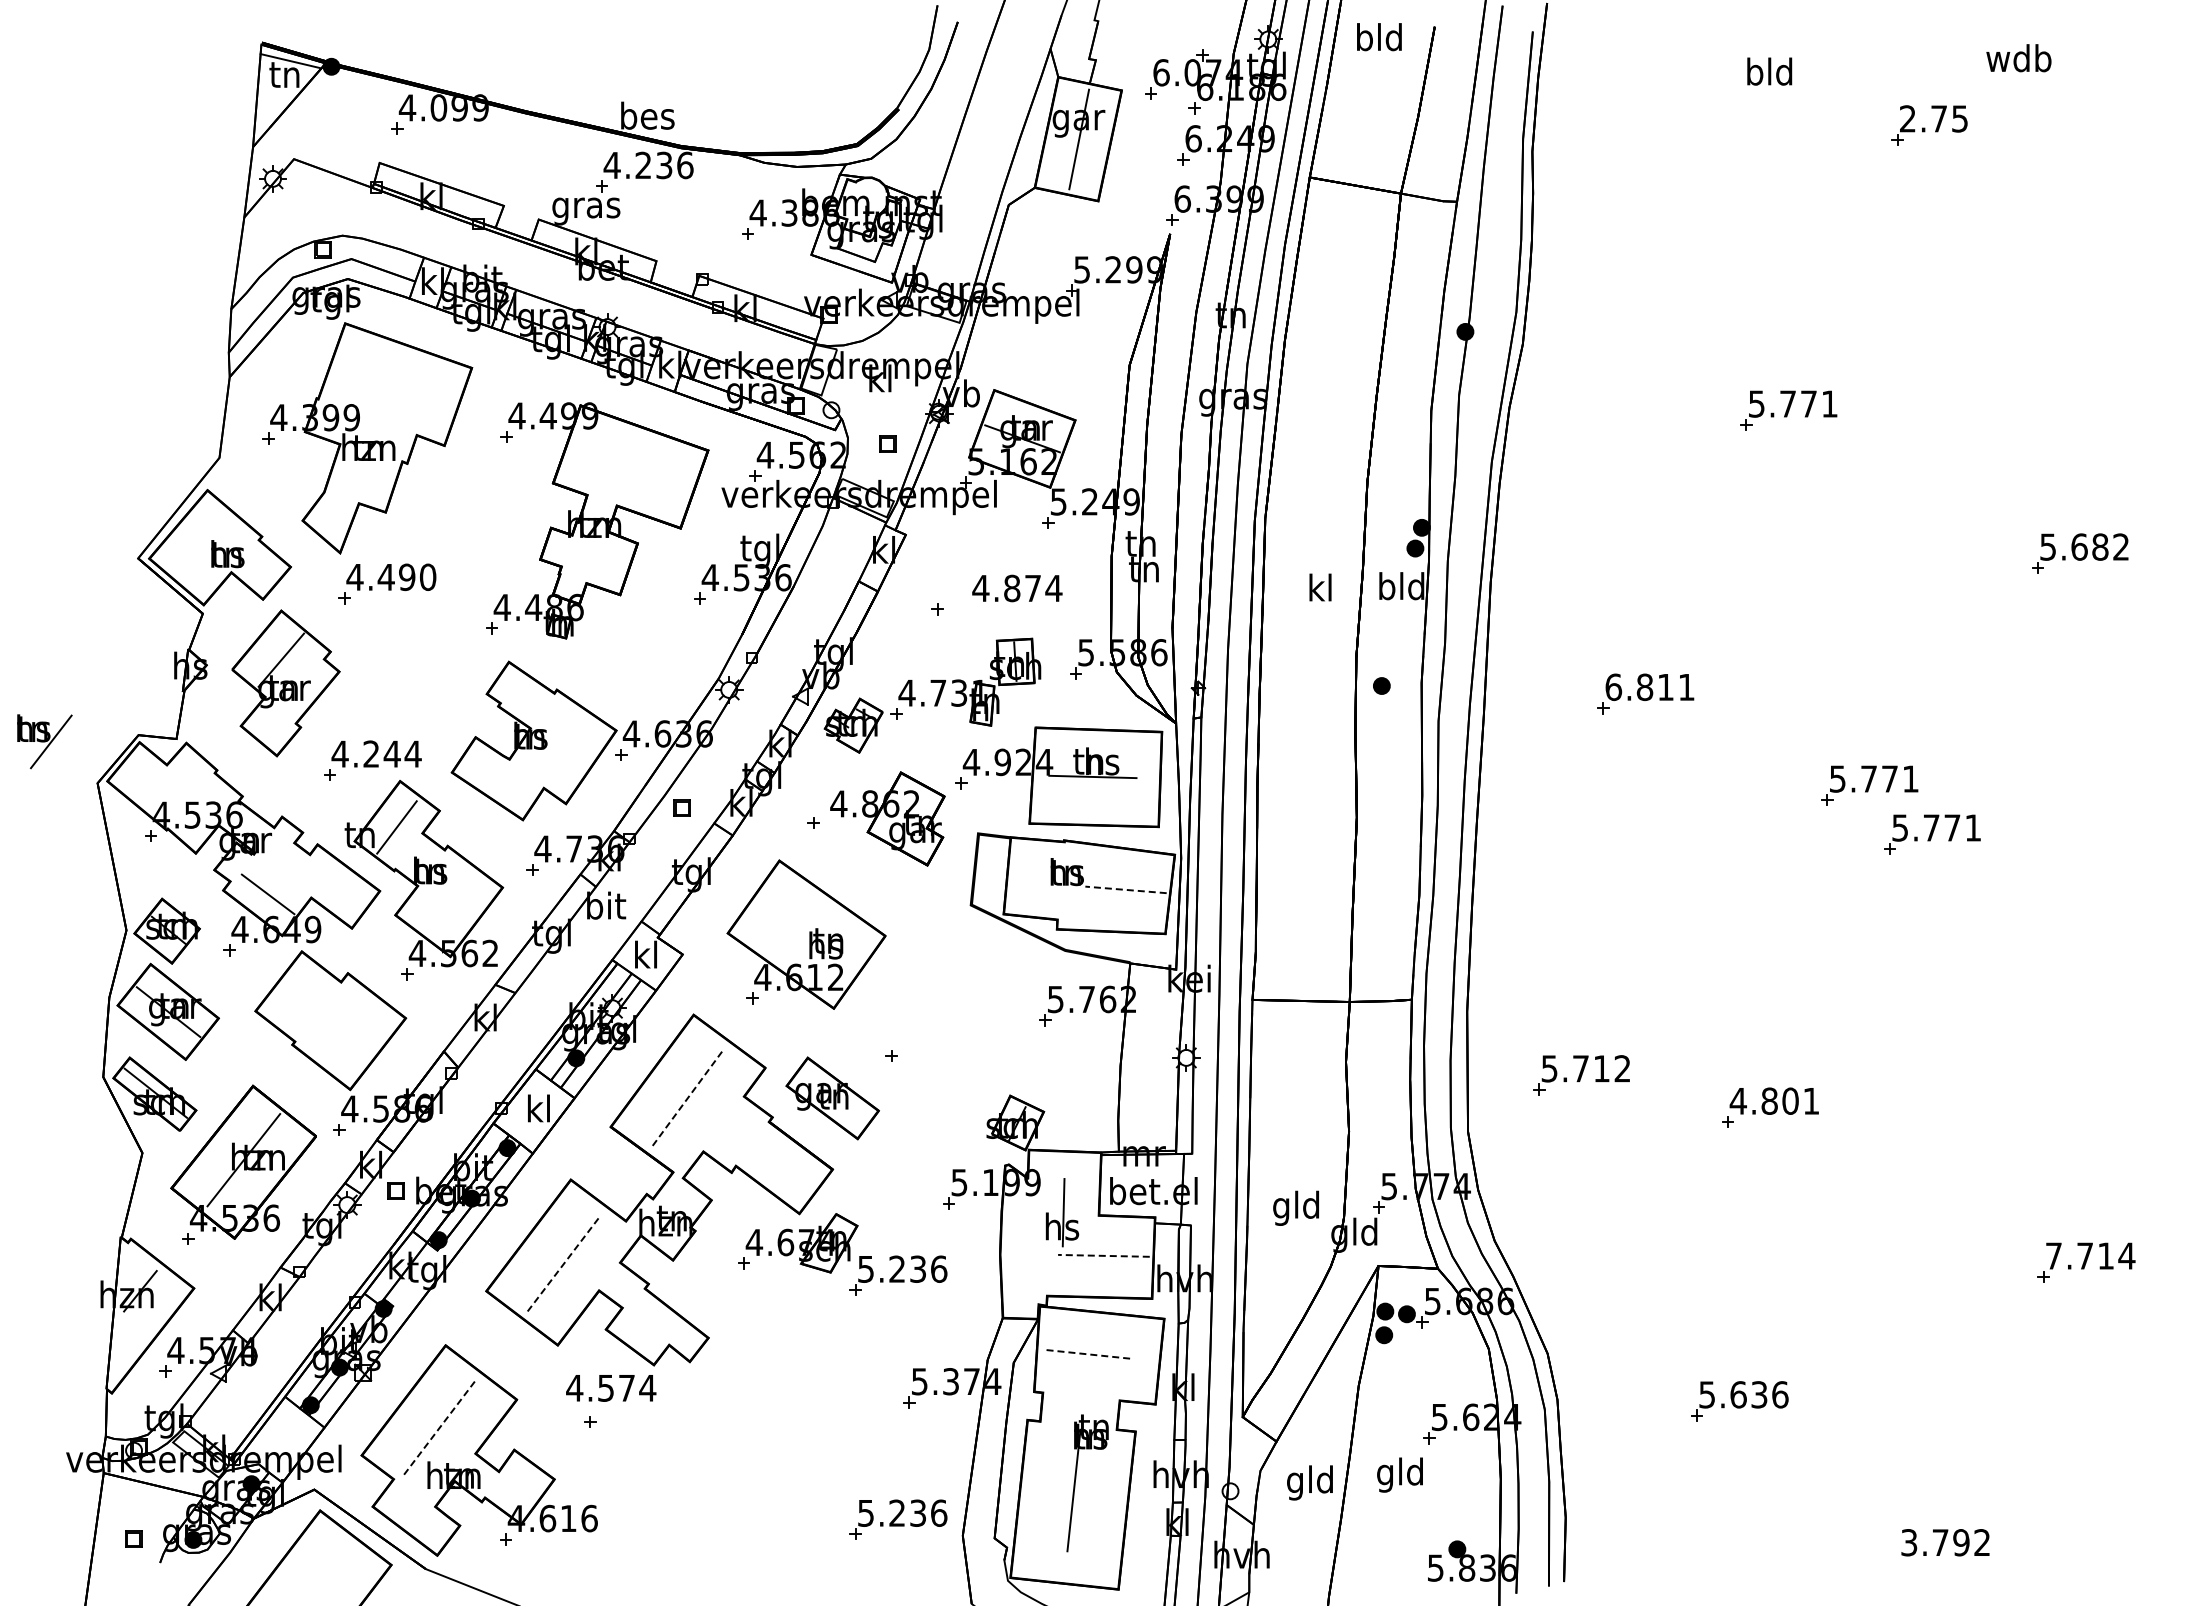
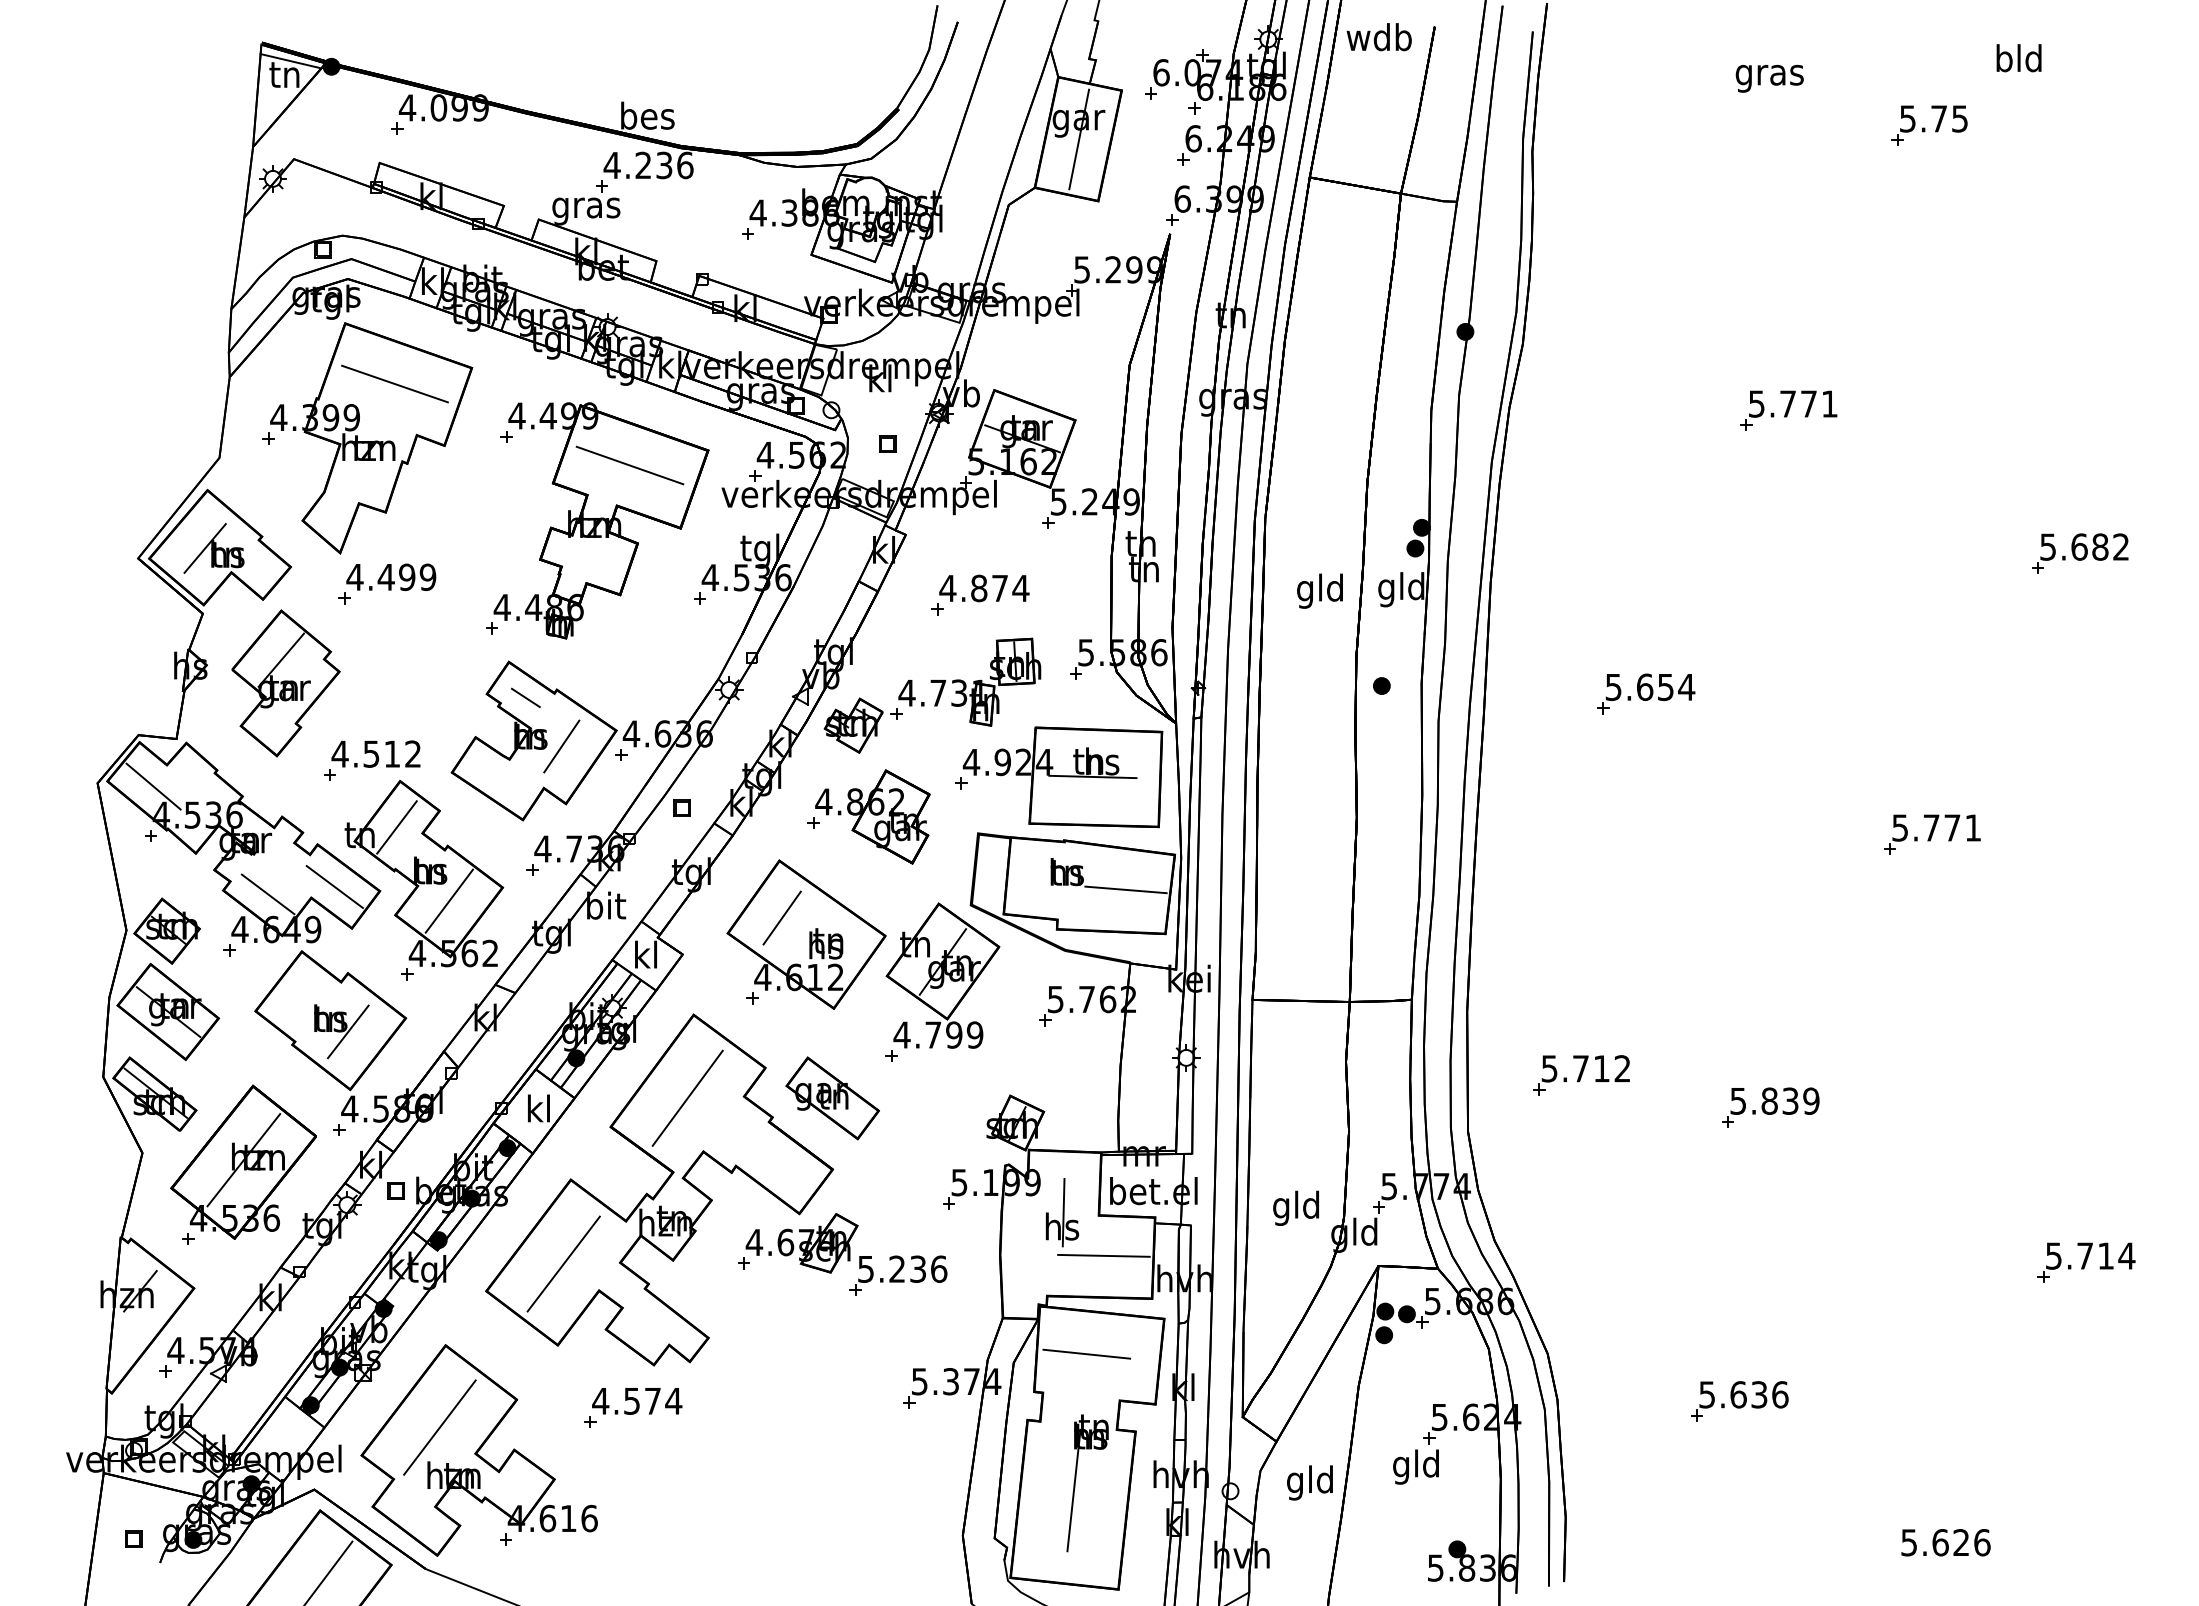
text at (1378, 37): bld -> wdb
text at (2018, 58): wdb -> bld
text at (1769, 74): bld -> gras
text at (1907, 118): 2.75 -> 5.75
line at (394, 383): none -> present
line at (629, 465): none -> present
line at (204, 548): none -> present
text at (427, 577): 4.490 -> 4.499
text at (1017, 588) position: (1017, 588) -> (984, 588)
text at (1386, 589): bld -> gld
text at (1319, 590): kl -> gld
text at (1650, 687): 6.811 -> 5.654
line at (525, 697): none -> present
part at (44, 741) position: (44, 741) -> (341, 1031)
line at (561, 746): none -> present
text at (392, 753): 4.244 -> 4.512
part at (1869, 785): present -> none
line at (153, 786): none -> present
part at (887, 818) position: (887, 818) -> (872, 816)
line at (334, 887): none -> present
line at (1126, 889): dashed -> solid
line at (449, 900): none -> present
line at (781, 917): none -> present
part at (942, 975): none -> present
line at (688, 1097): dashed -> solid
text at (1774, 1100): 4.801 -> 5.839
line at (1103, 1255): dashed -> solid
text at (2053, 1255): 7.714 -> 5.714
line at (563, 1264): dashed -> solid
line at (1086, 1354): dashed -> solid
text at (611, 1388) position: (611, 1388) -> (637, 1401)
line at (440, 1427): dashed -> solid
text at (1399, 1474) position: (1399, 1474) -> (1415, 1466)
part at (898, 1519): present -> none
text at (1946, 1542): 3.792 -> 5.626
line at (329, 1571): none -> present
